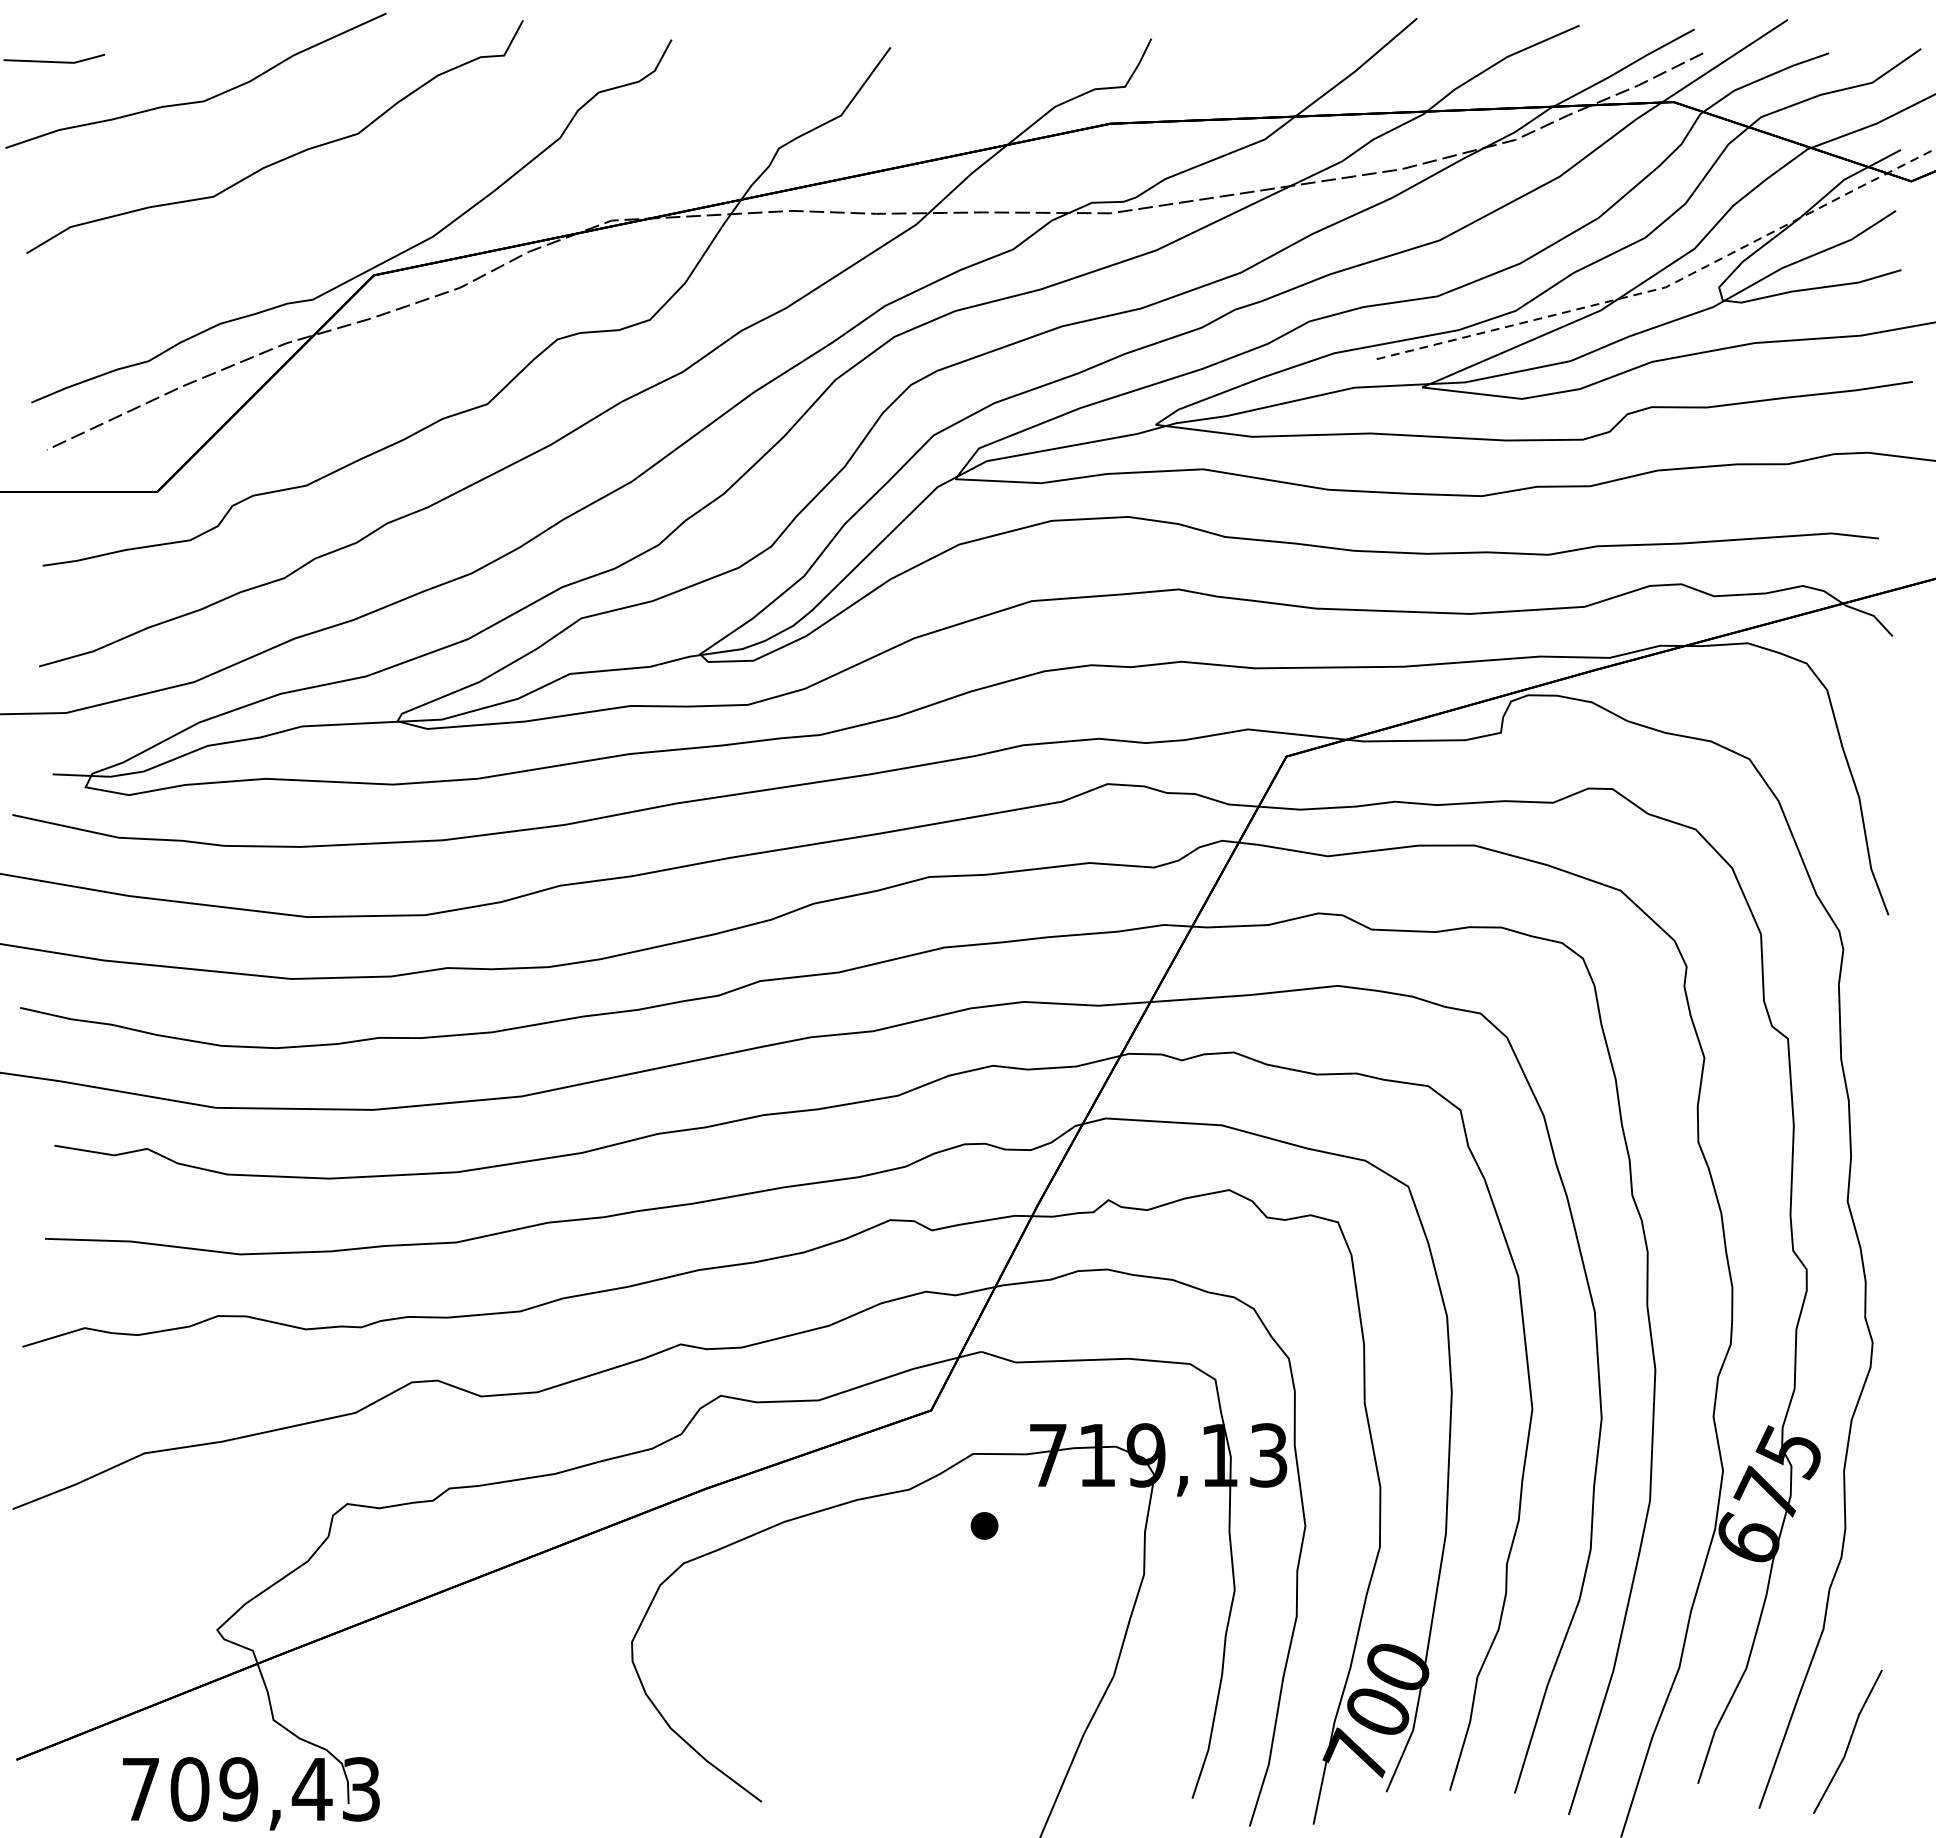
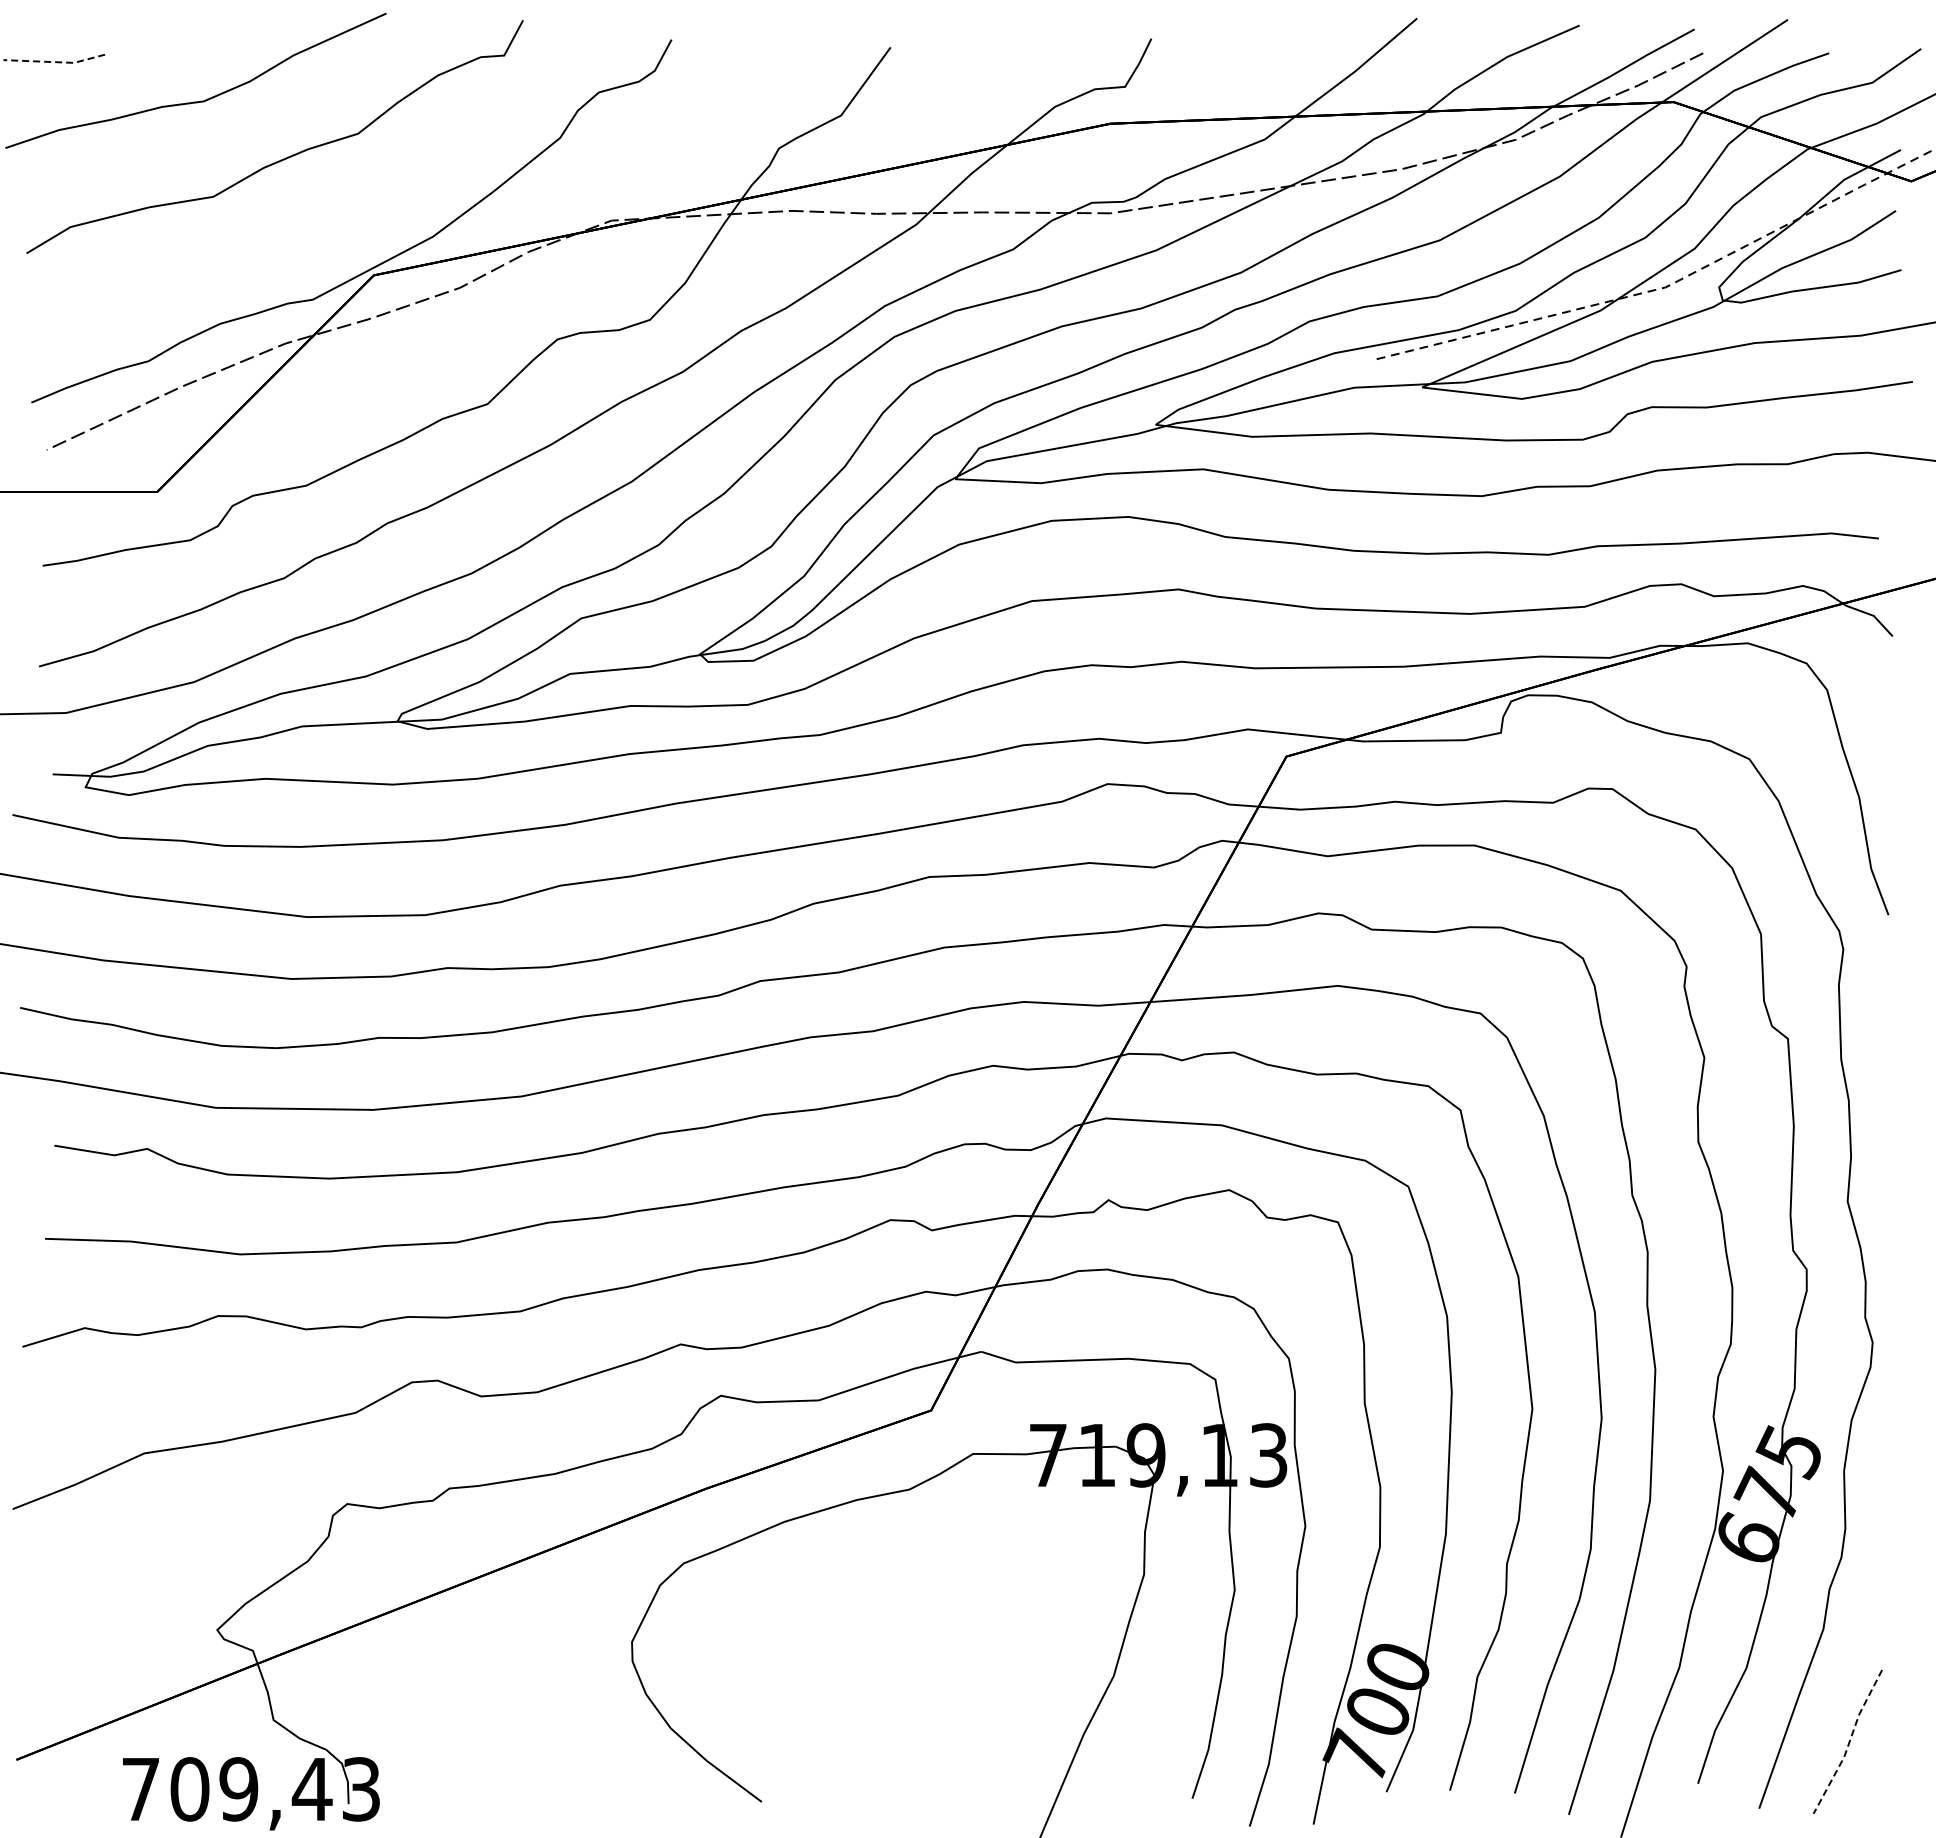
line at (55, 62): solid -> dashed
part at (984, 1525): present -> none
line at (1849, 1742): solid -> dashed
